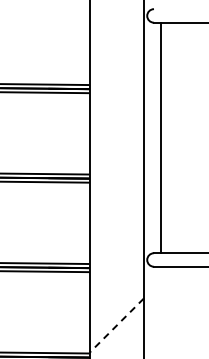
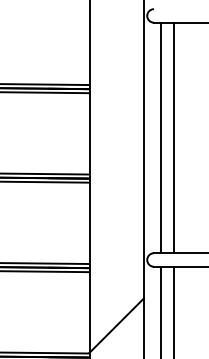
line at (174, 137): none -> present
line at (160, 310): none -> present
line at (174, 310): none -> present
line at (116, 326): dashed -> solid
